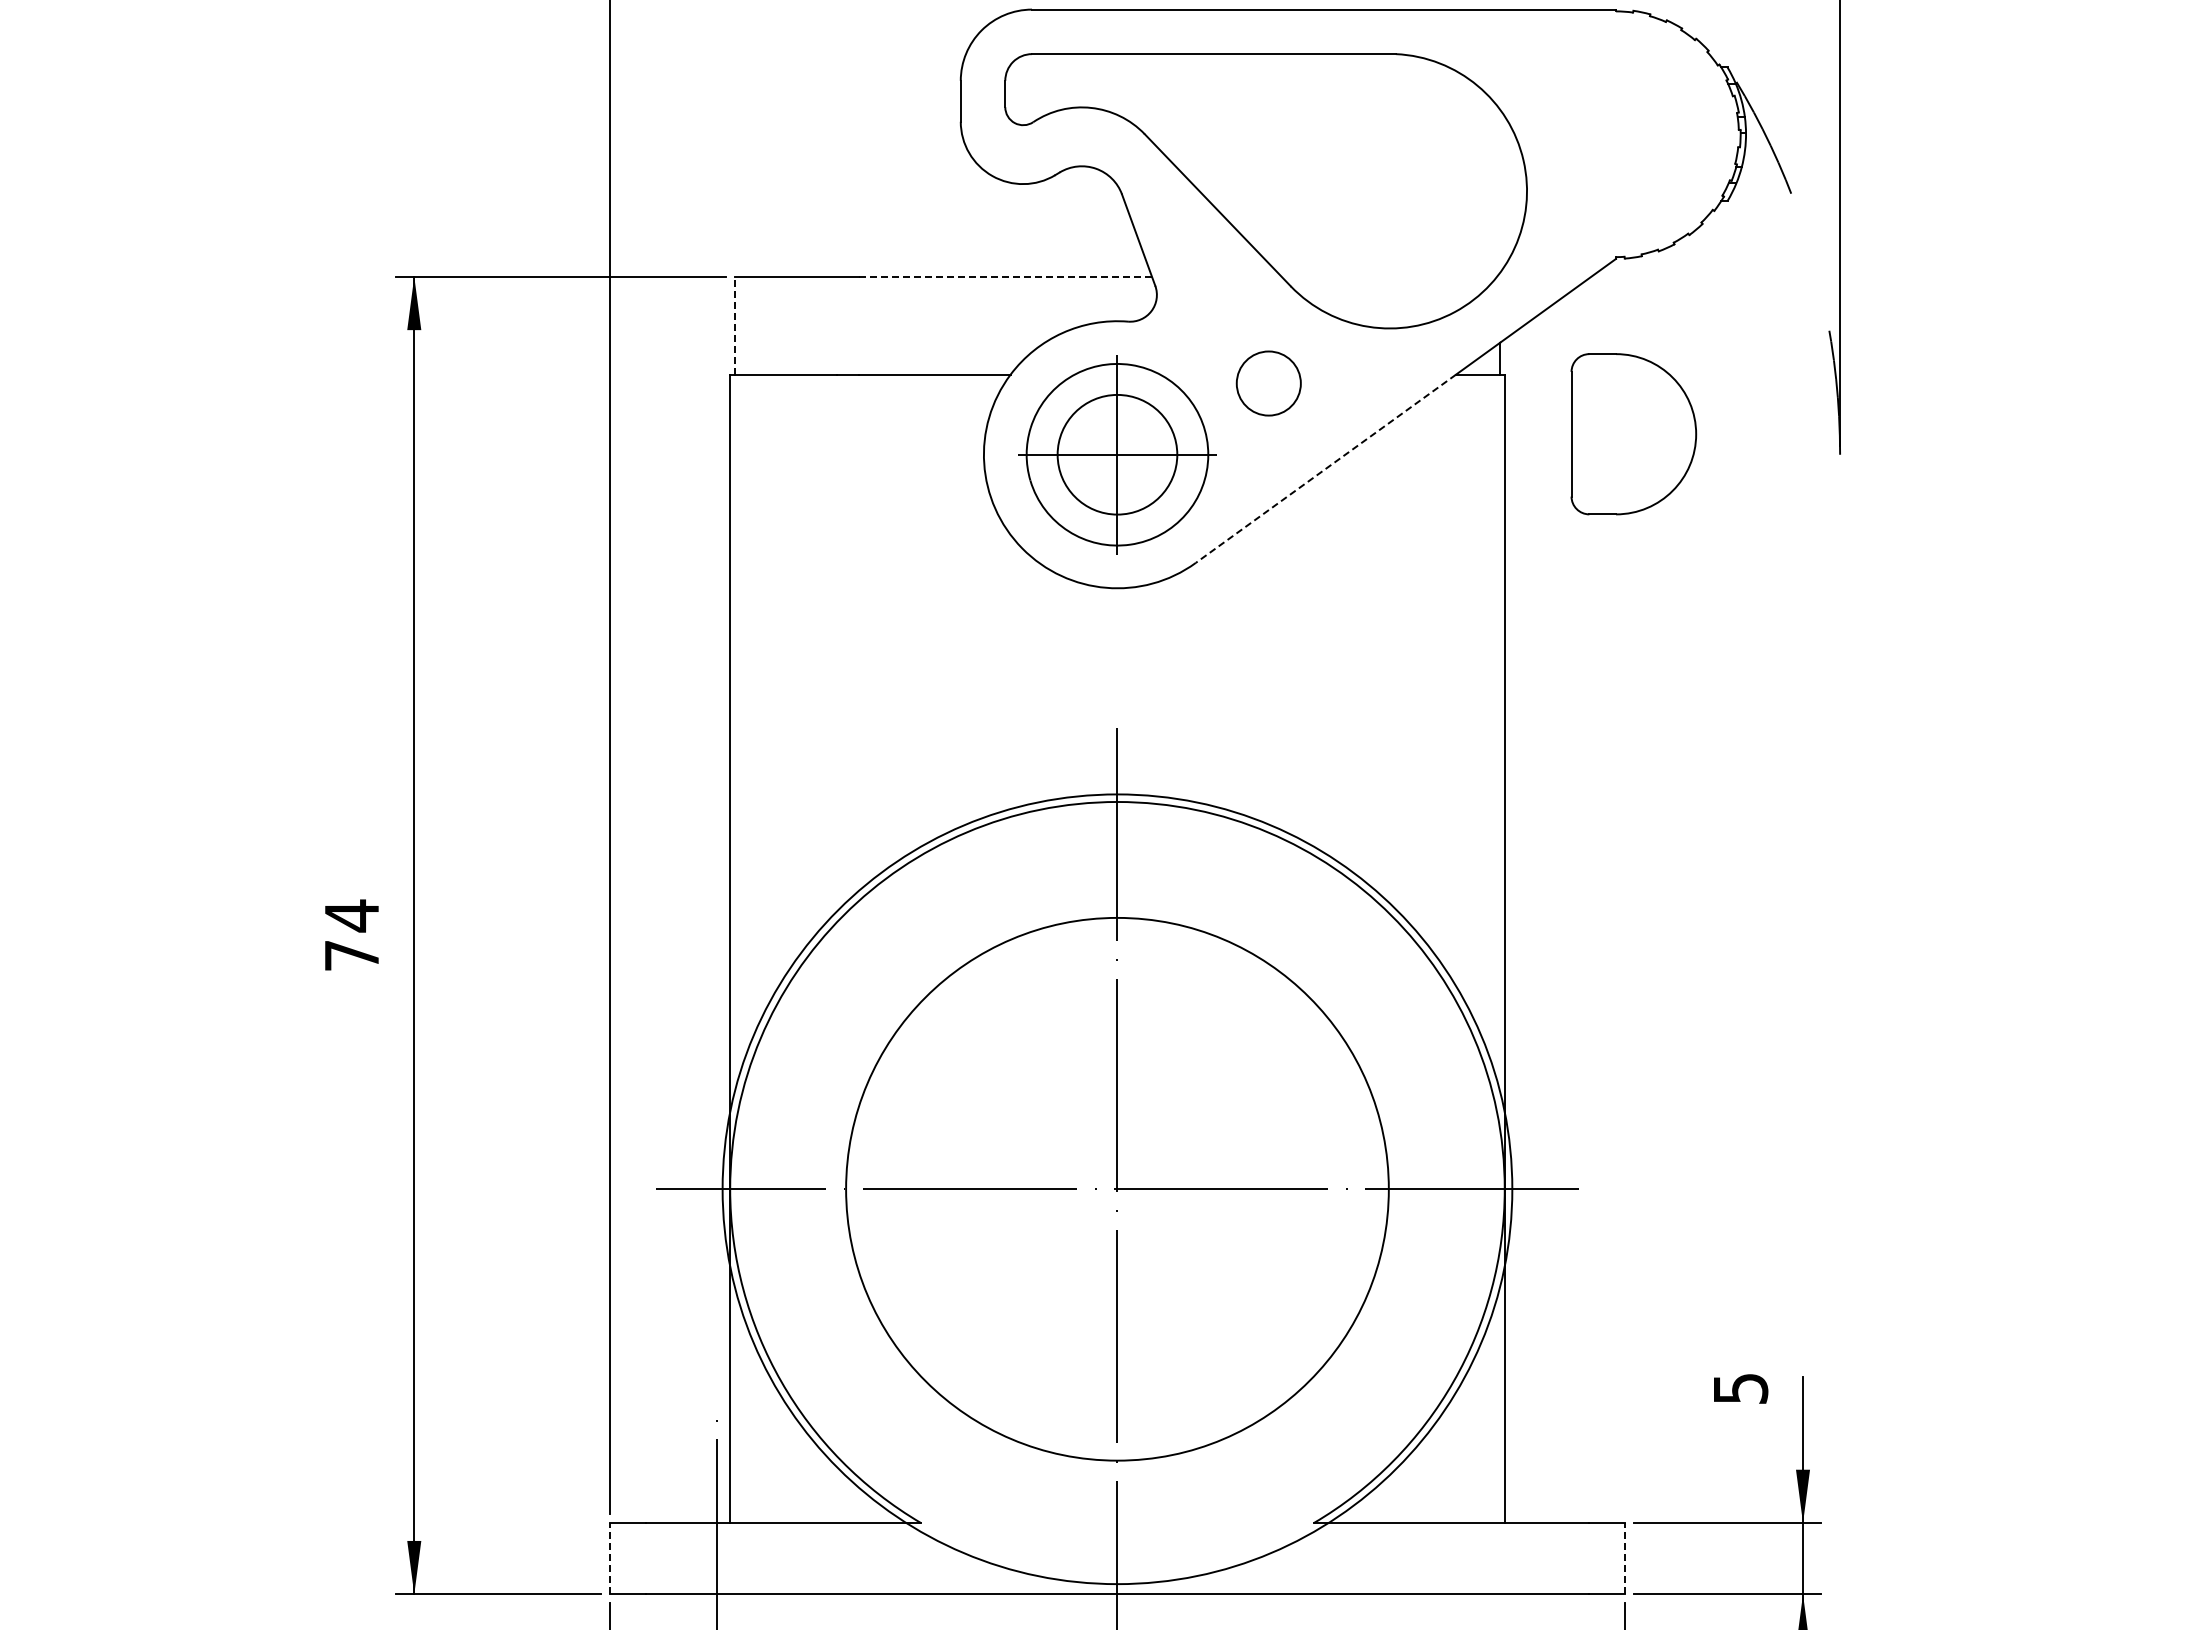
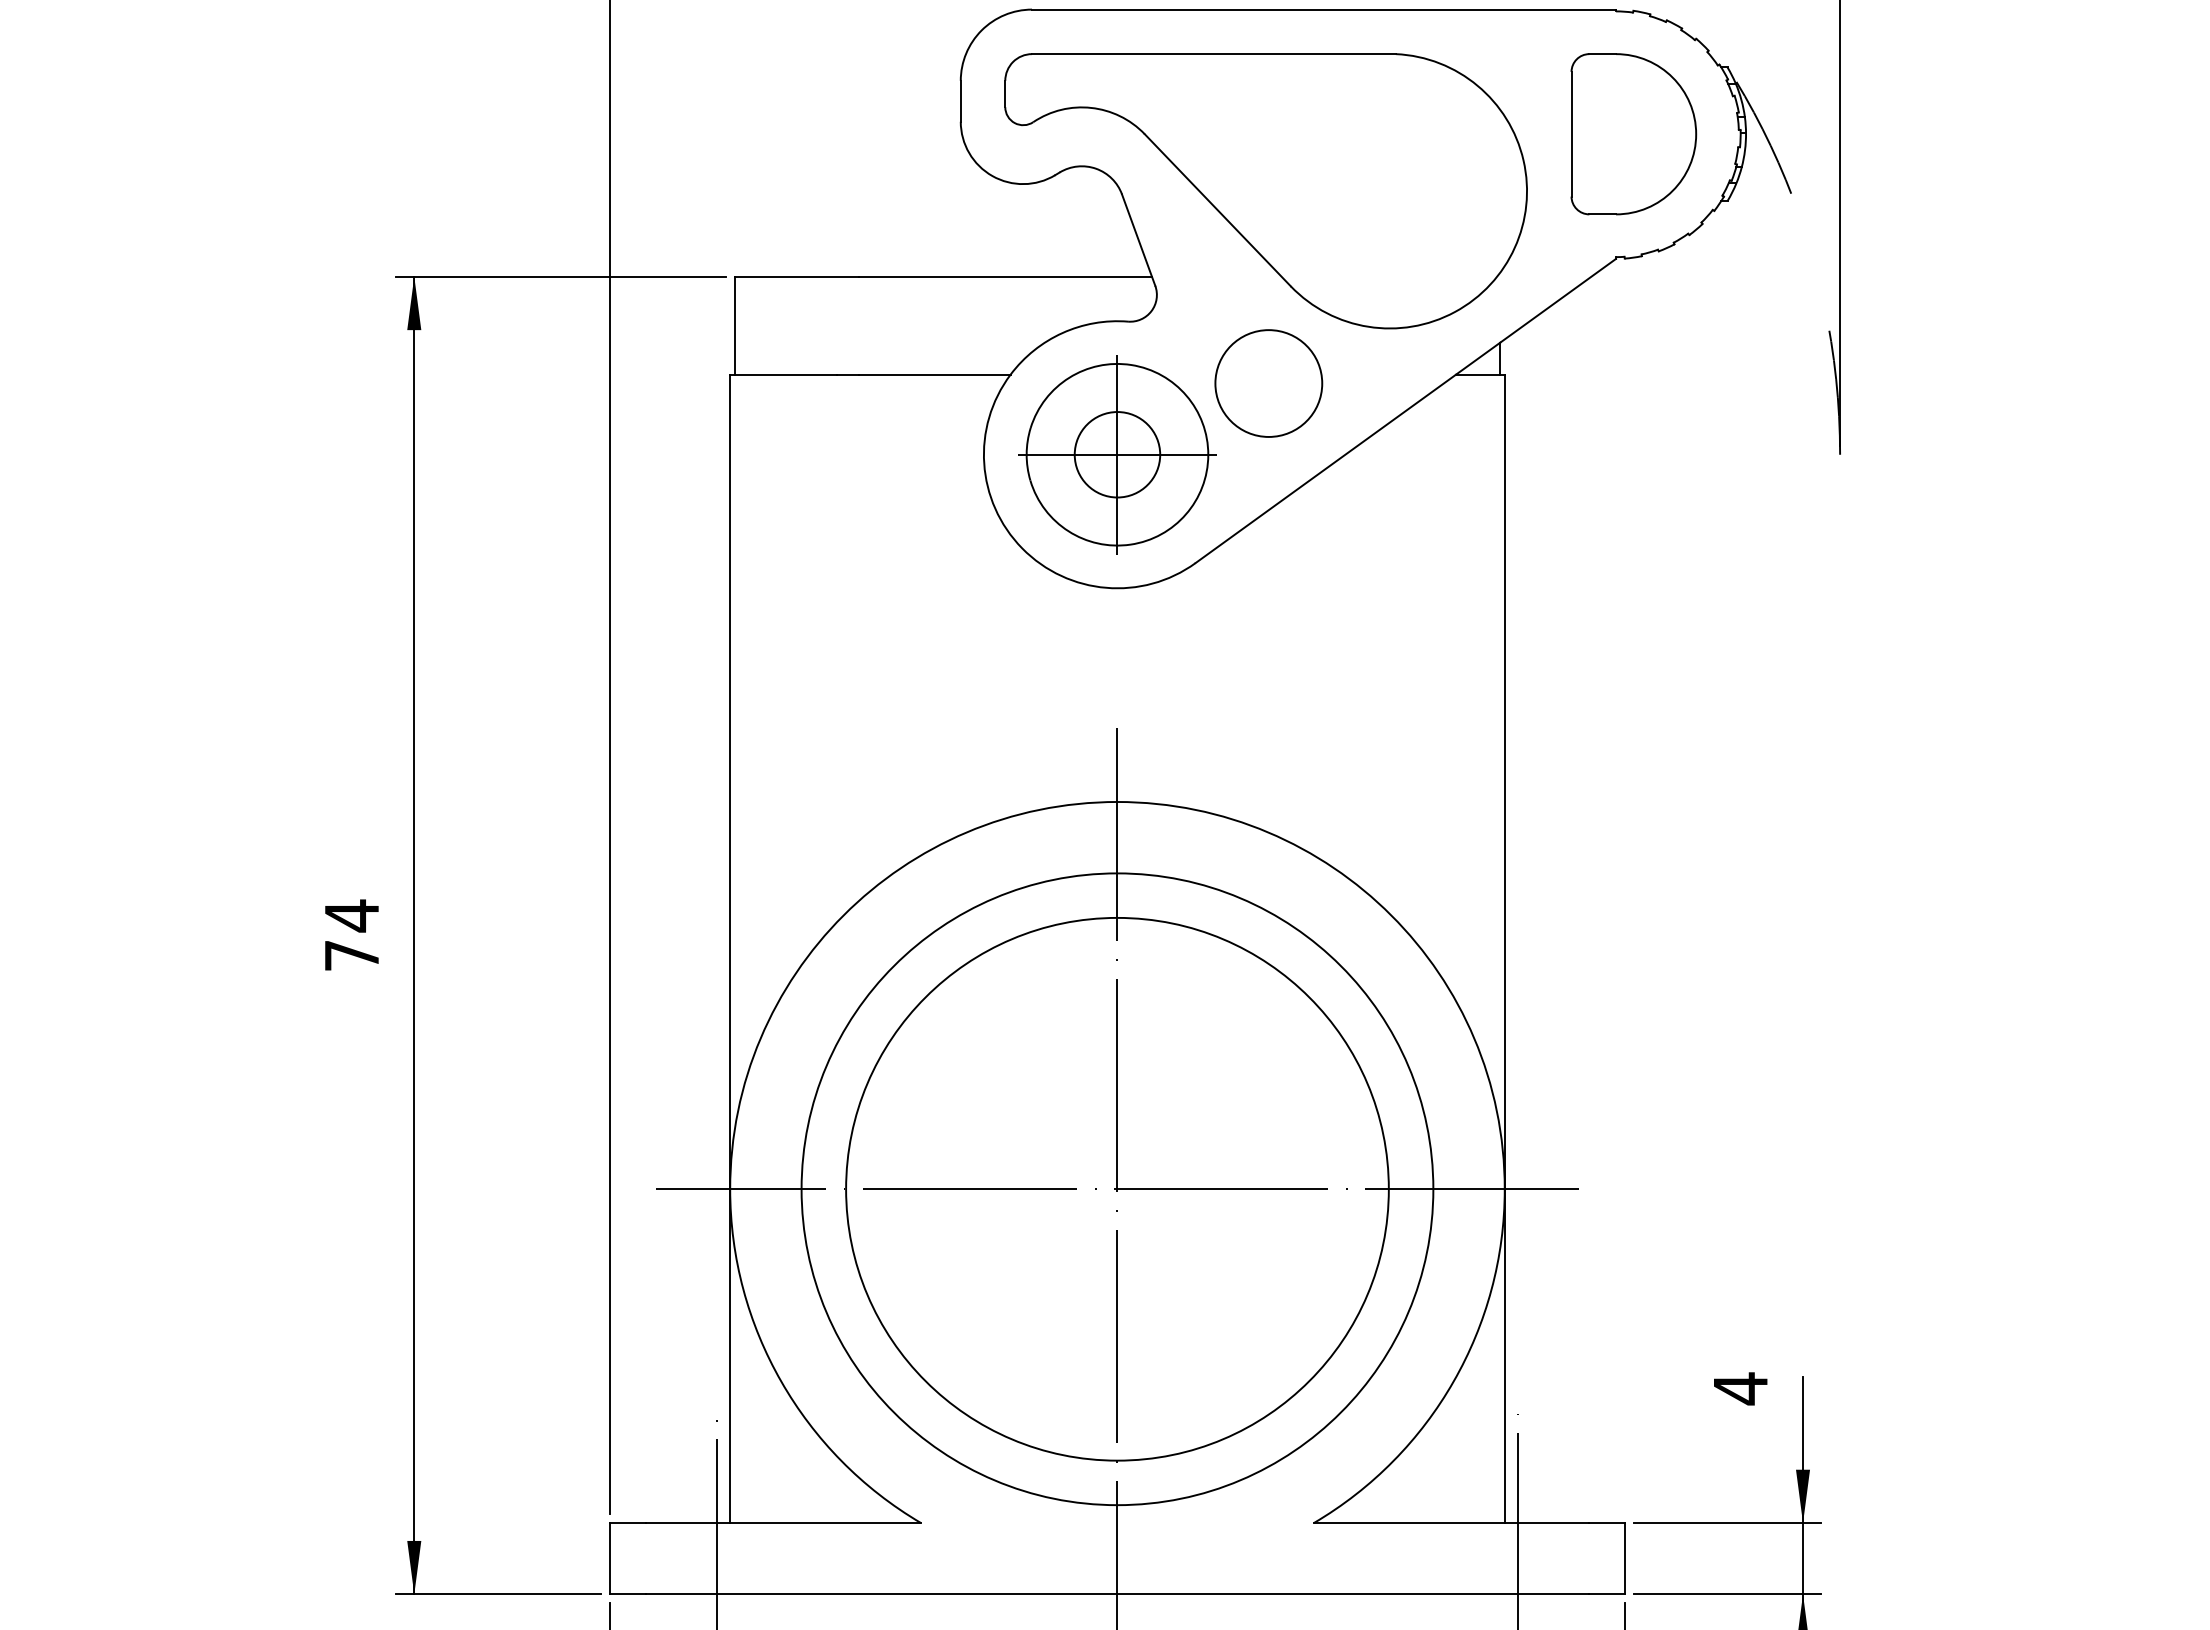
line at (1006, 276): dashed -> solid
line at (734, 325): dashed -> solid
circle at (1268, 383) diameter: 64 px -> 107 px
part at (1633, 434) position: (1633, 434) -> (1633, 134)
circle at (1117, 454) diameter: 120 px -> 85 px
line at (1325, 468): dashed -> solid
circle at (1117, 1189) diameter: 790 px -> 632 px
text at (1741, 1388): 5 -> 4
line at (1518, 1517): none -> present
line at (610, 1558): dashed -> solid
line at (1624, 1558): dashed -> solid
